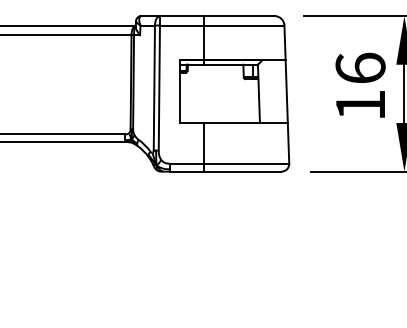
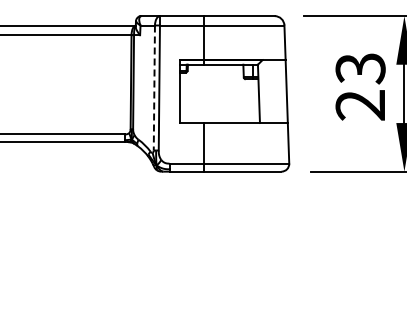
text at (360, 86): 16 -> 23
line at (154, 88): solid -> dashed
